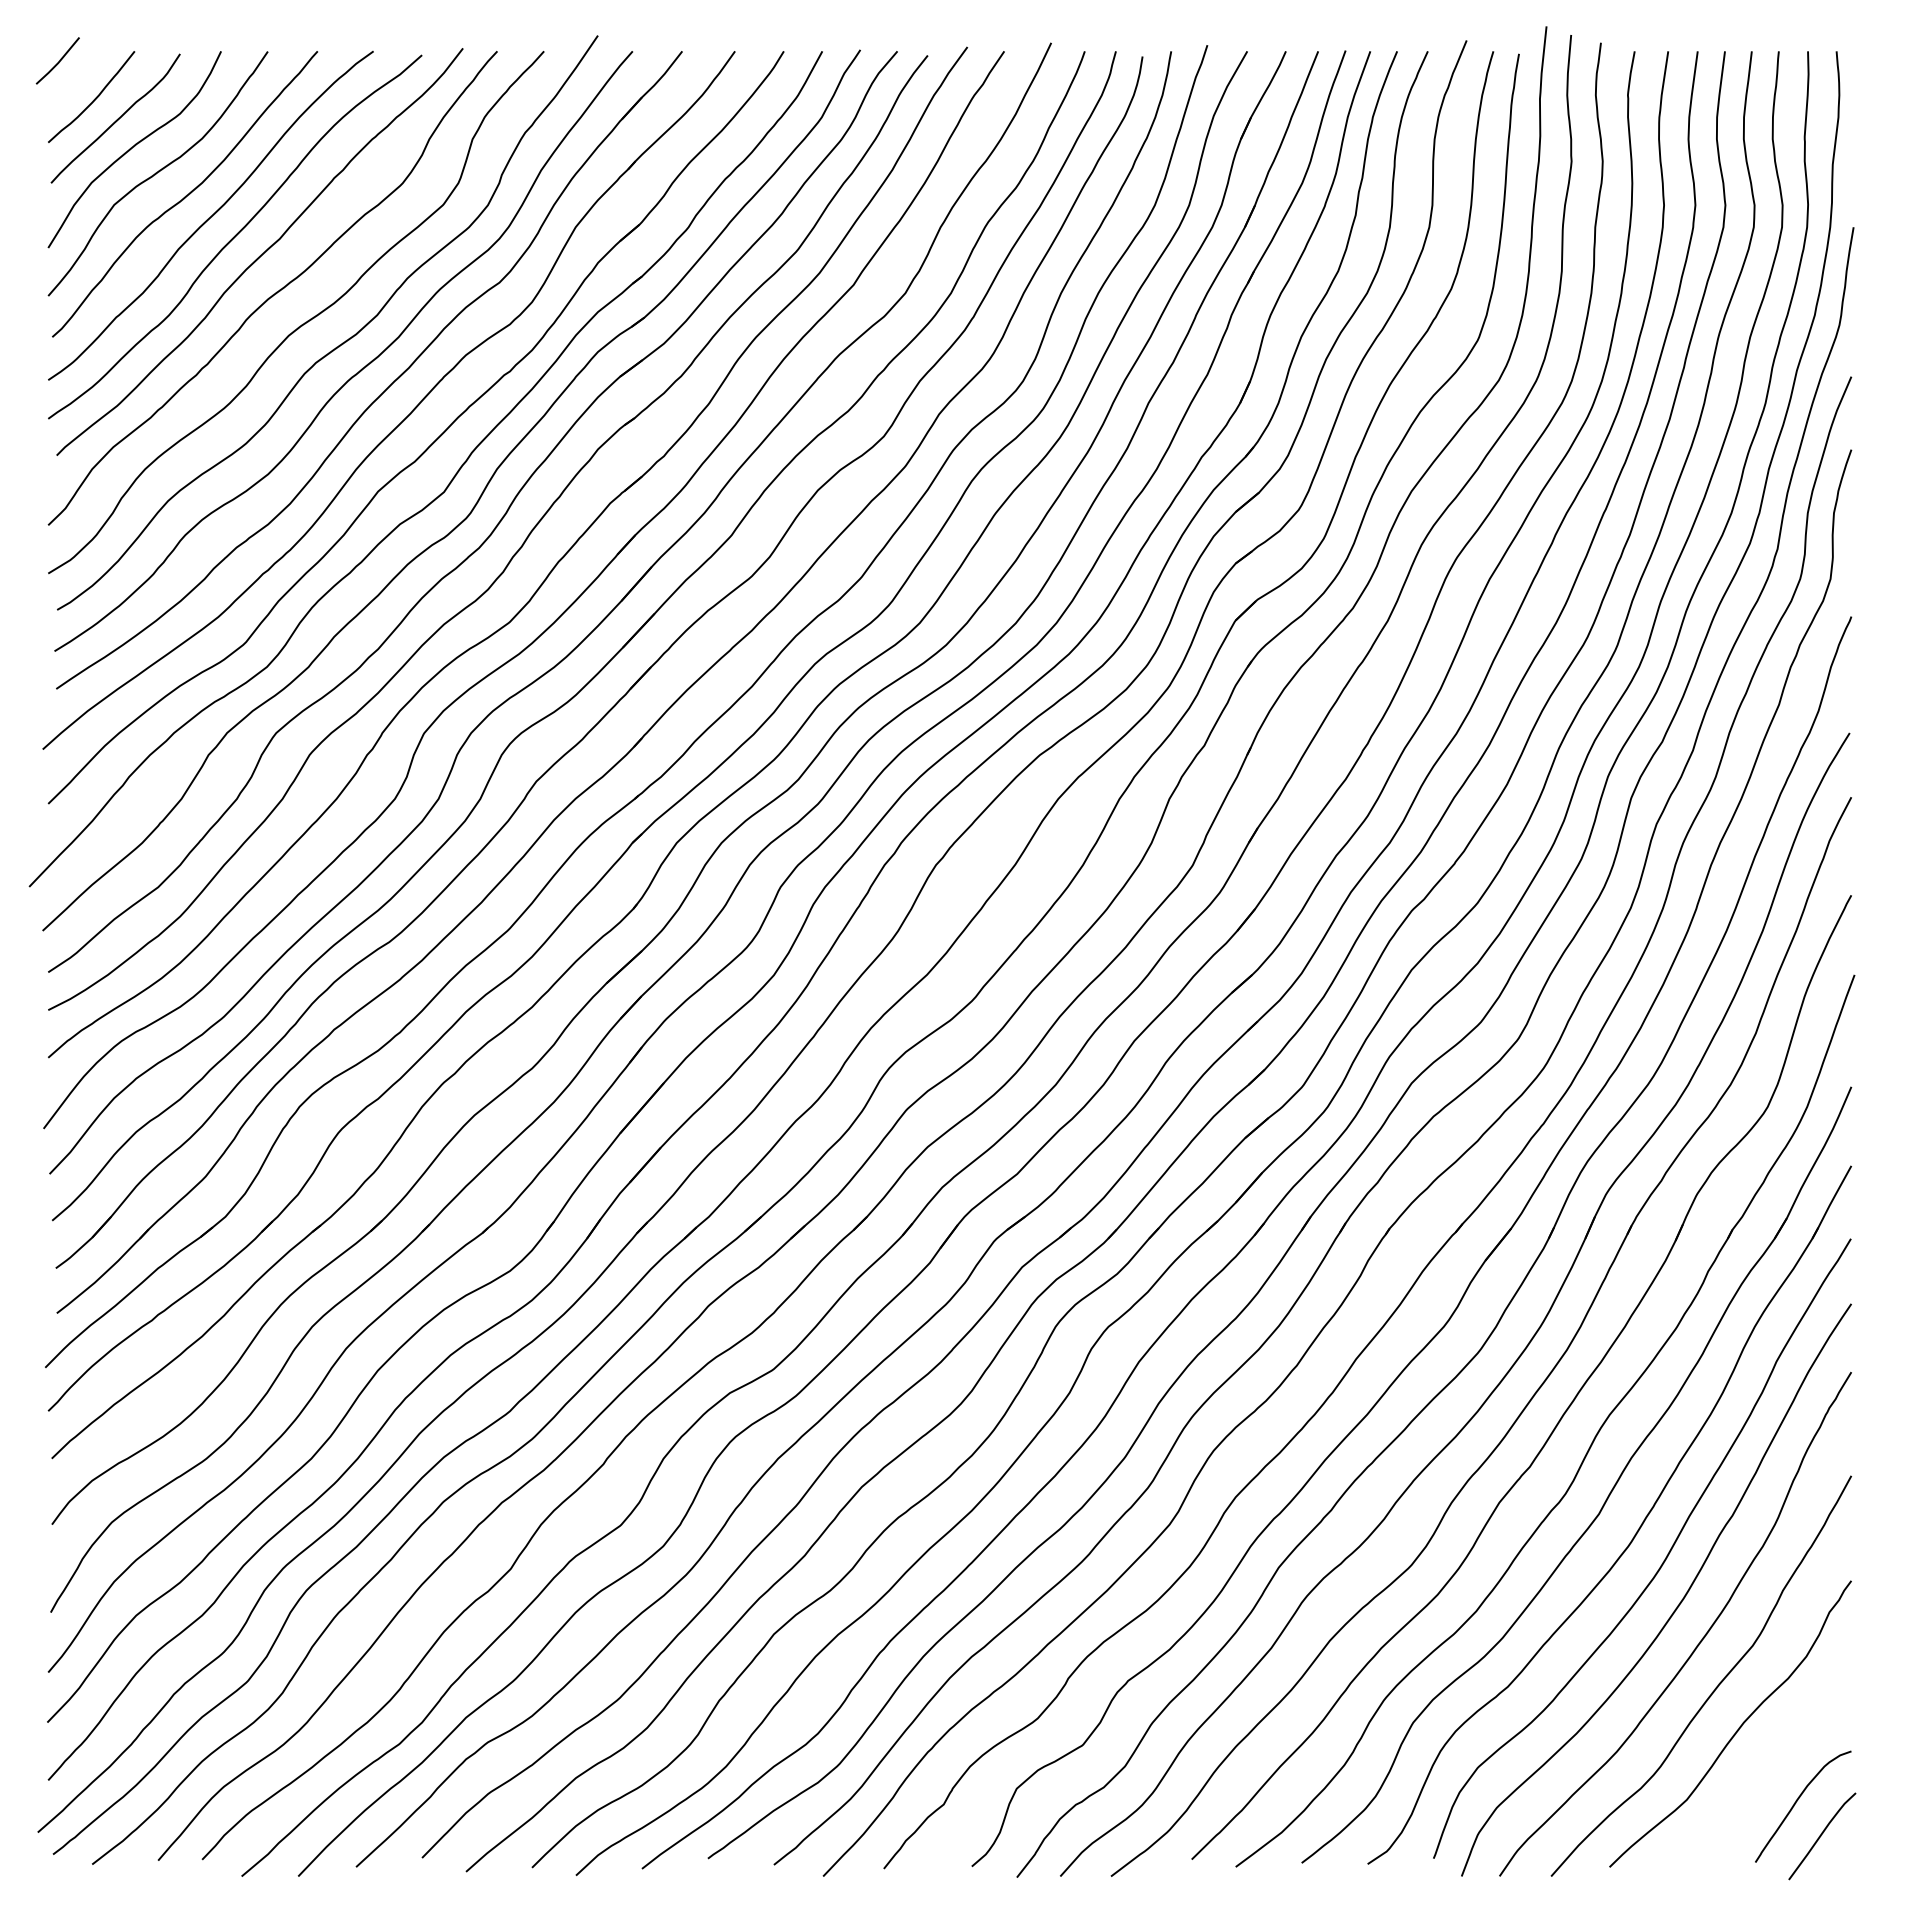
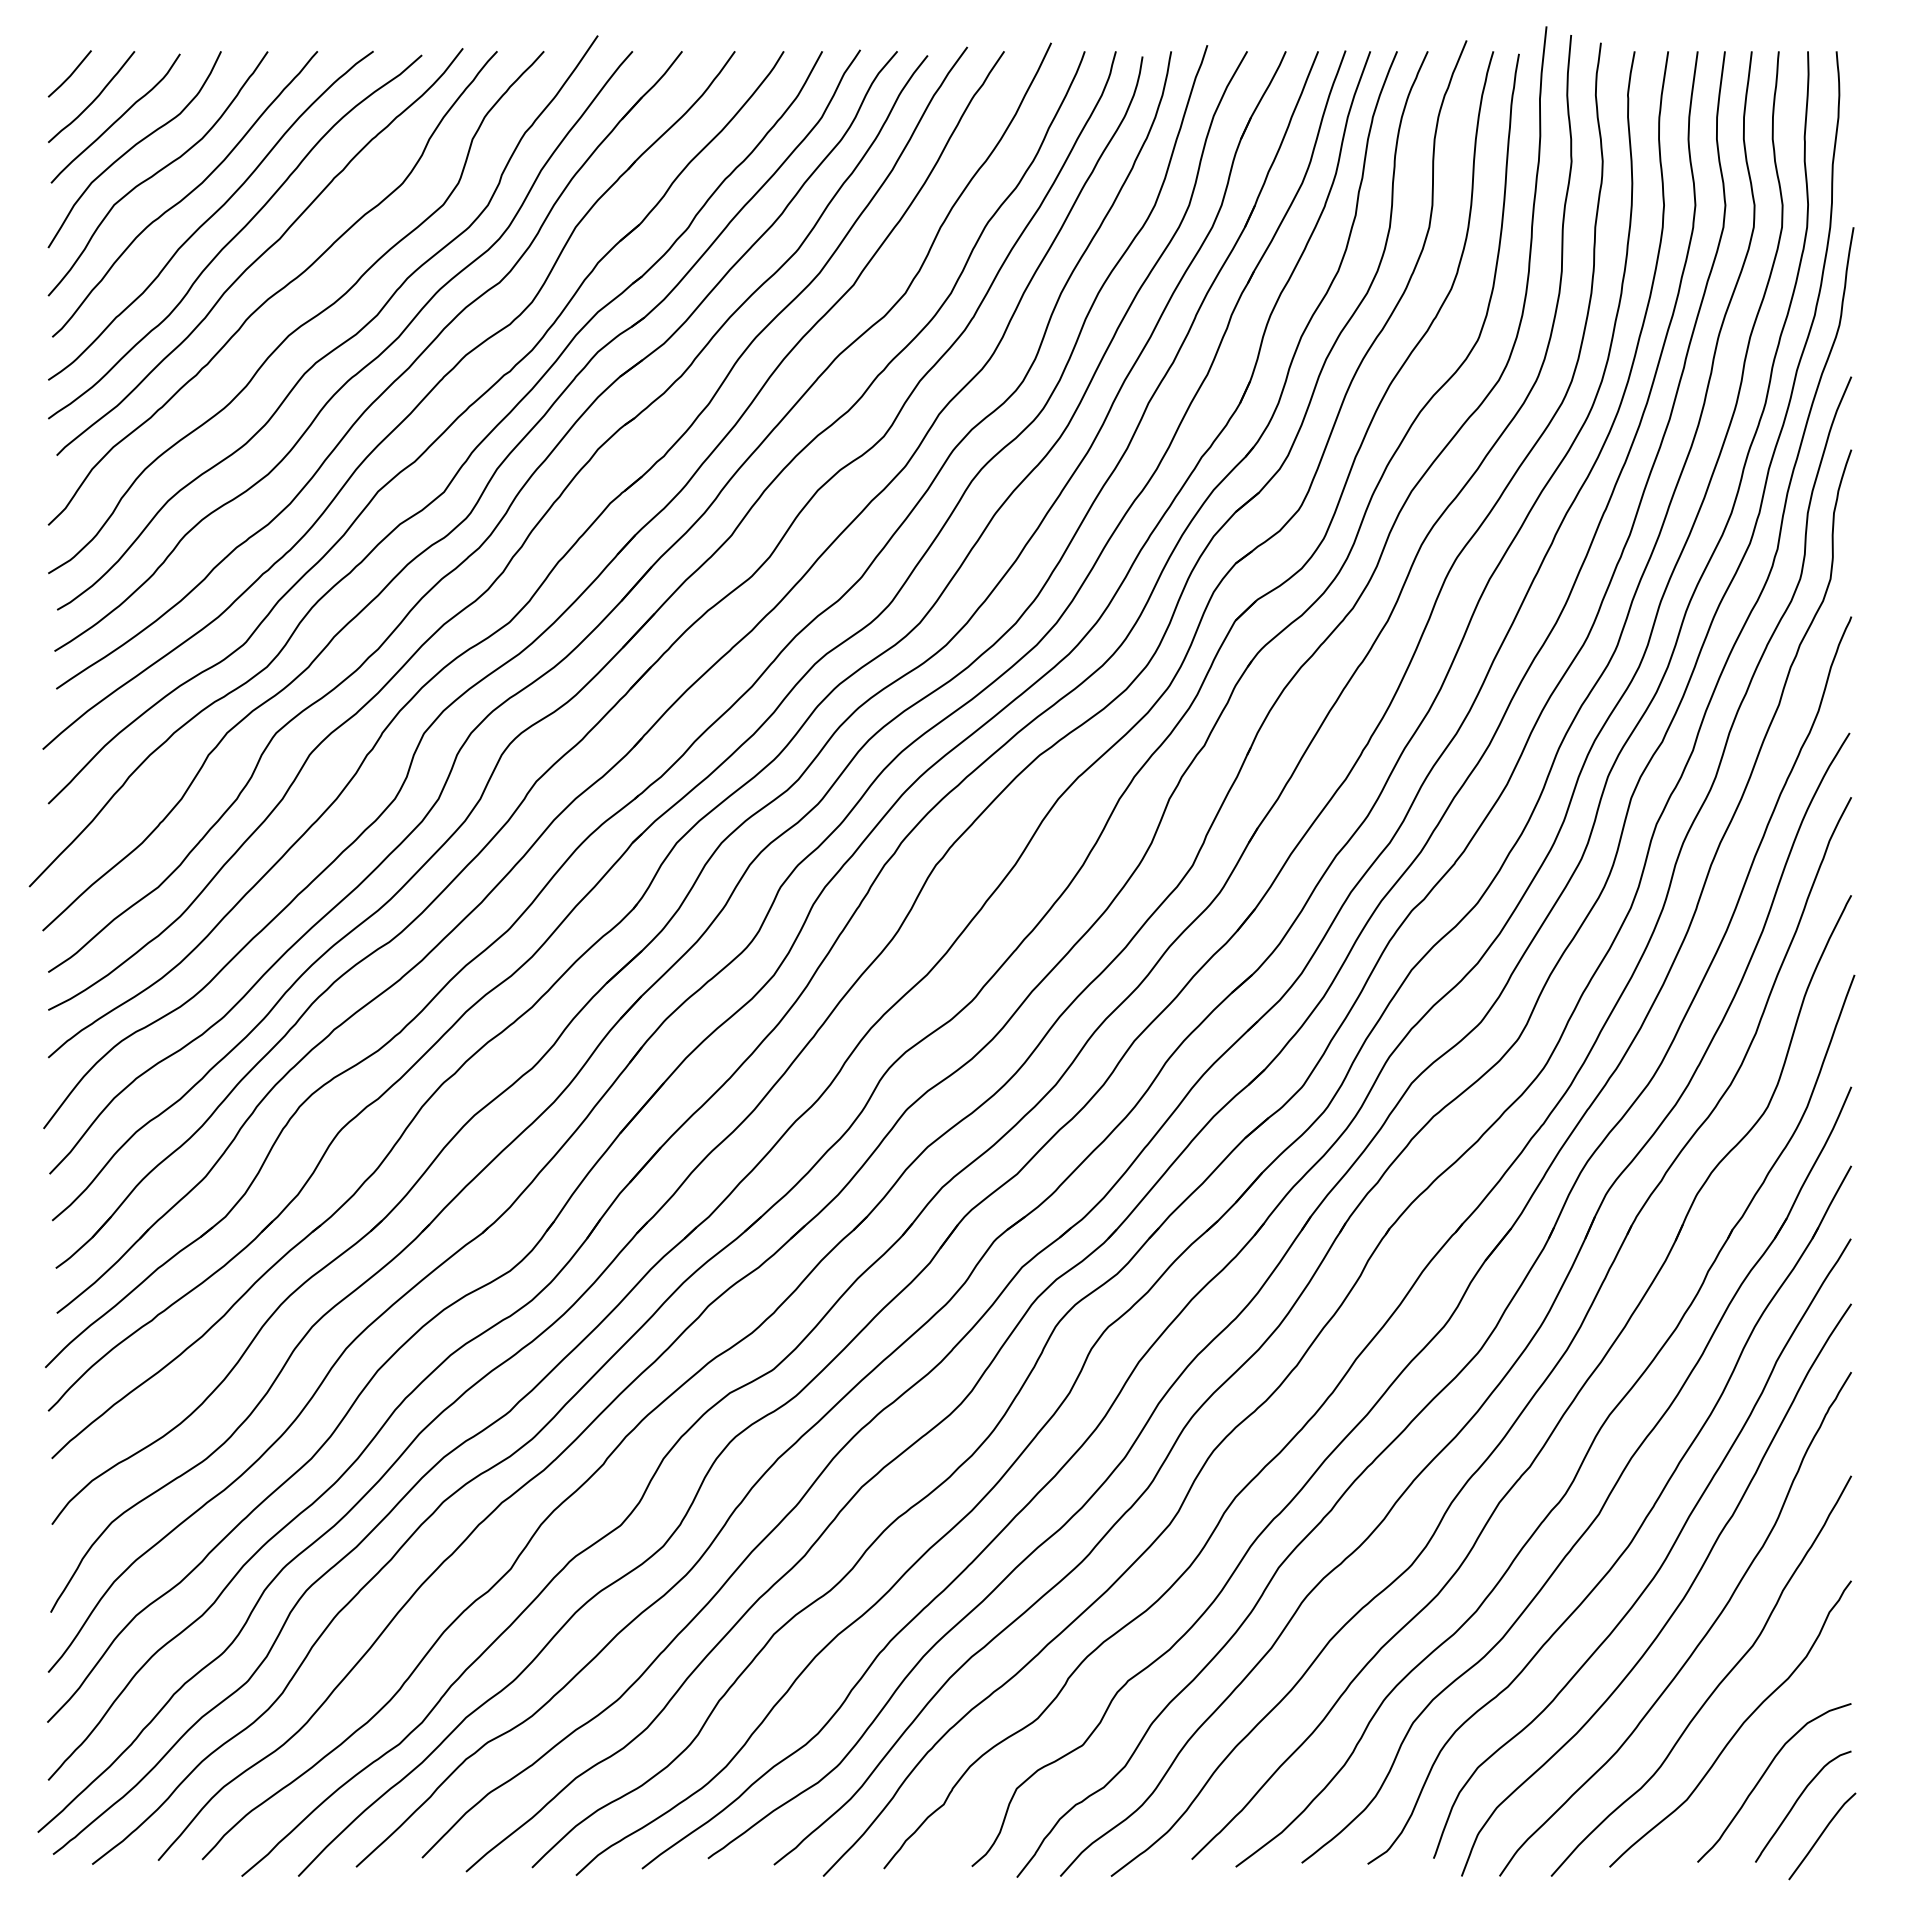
line at (58, 61) position: (58, 61) -> (70, 74)
curve at (1763, 1776): none -> present
